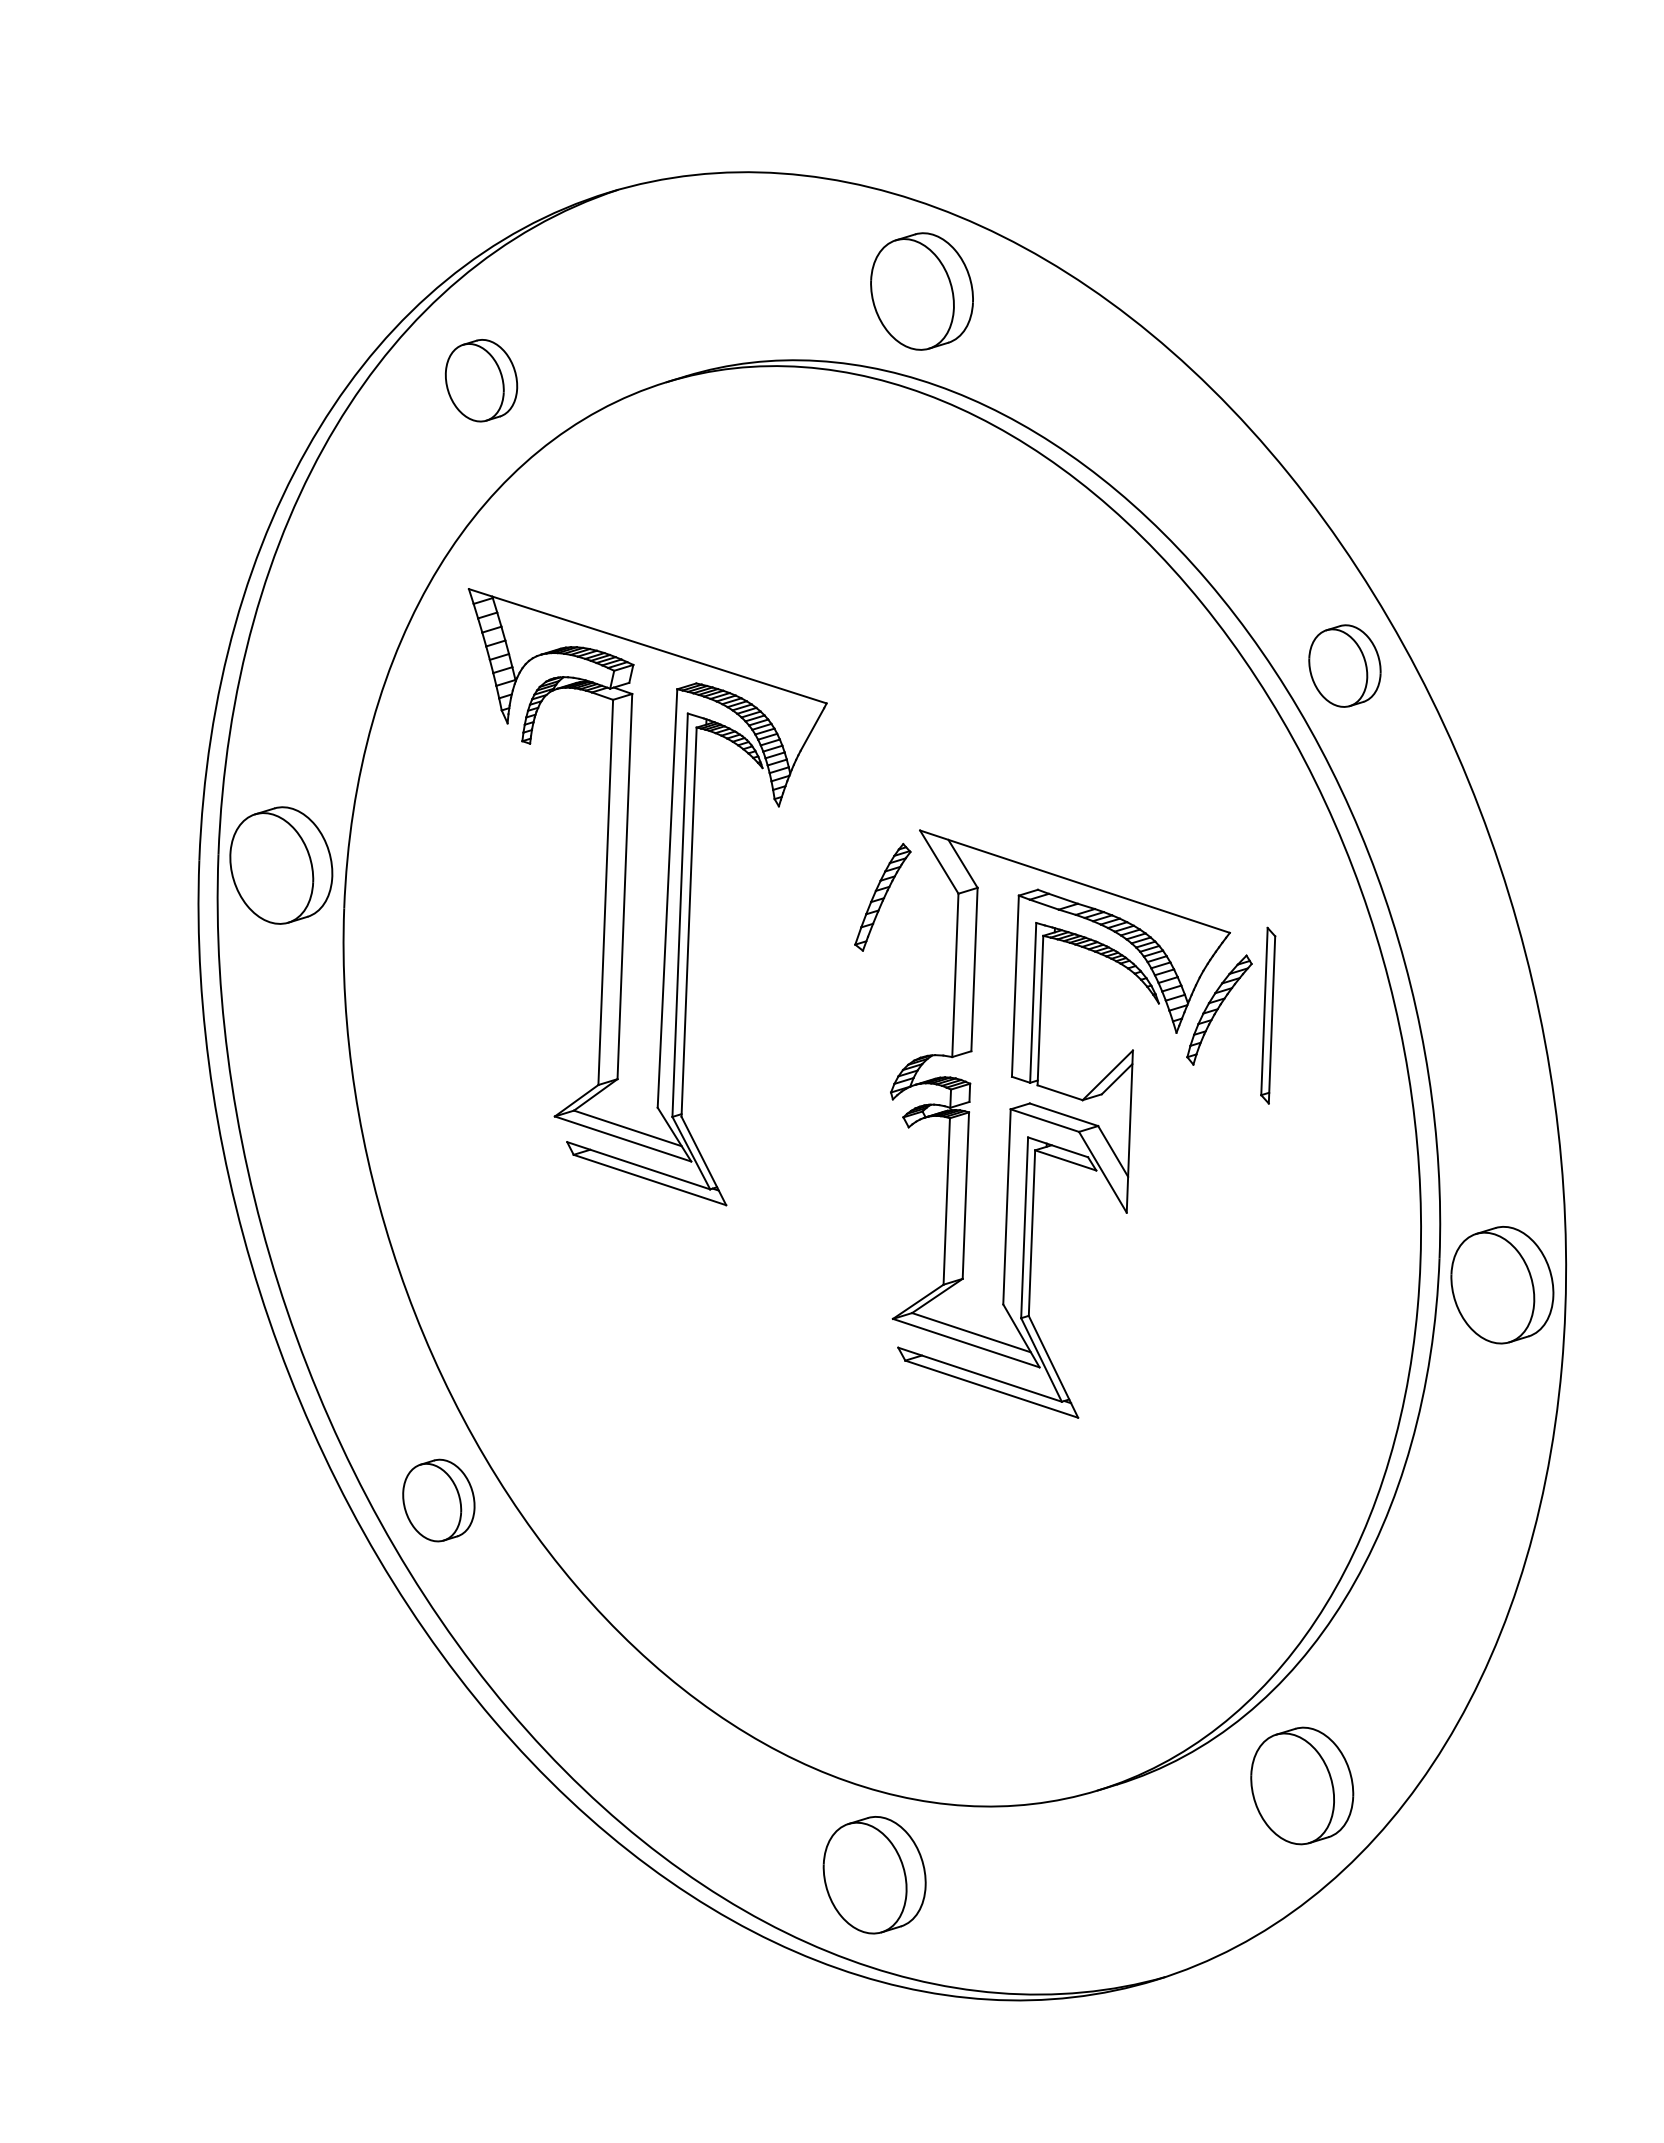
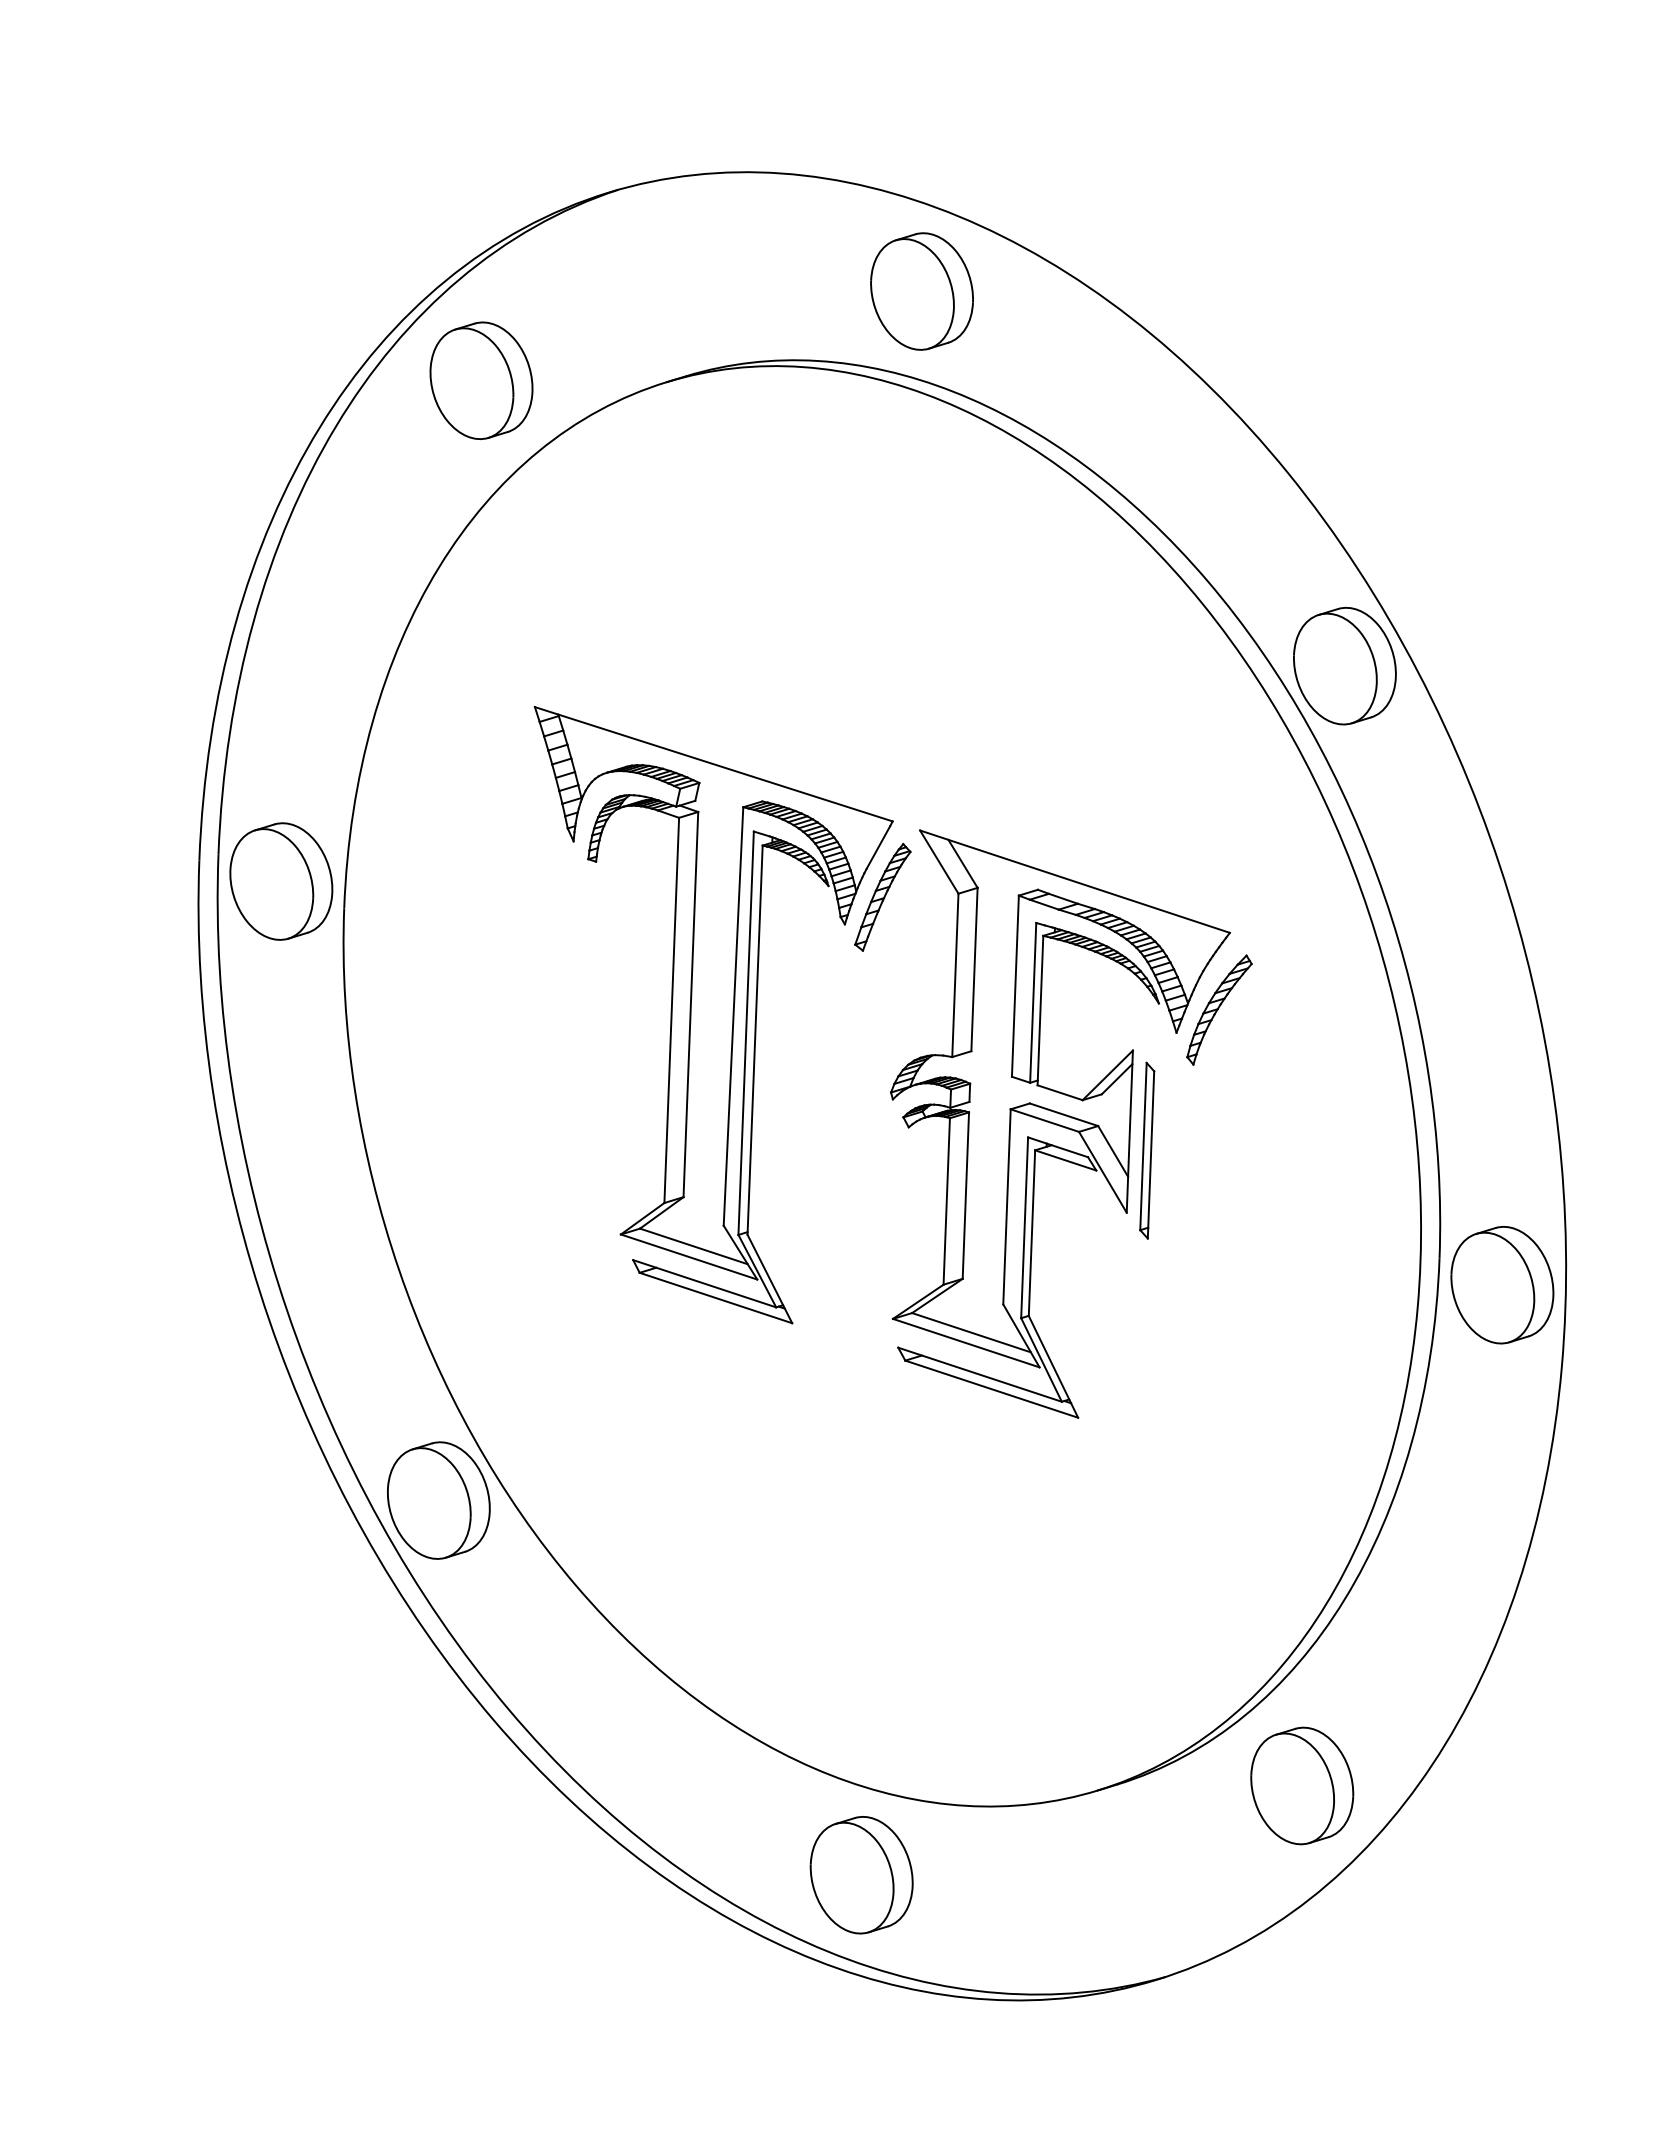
part at (481, 380) size: 75x84 px -> 105x119 px
part at (1344, 665) size: 74x84 px -> 104x120 px
part at (281, 865) position: (281, 865) -> (281, 881)
part at (647, 897) position: (647, 897) -> (713, 1015)
part at (1268, 1015) position: (1268, 1015) -> (1147, 1150)
part at (438, 1500) size: 74x85 px -> 104x119 px
part at (874, 1875) position: (874, 1875) -> (861, 1875)
